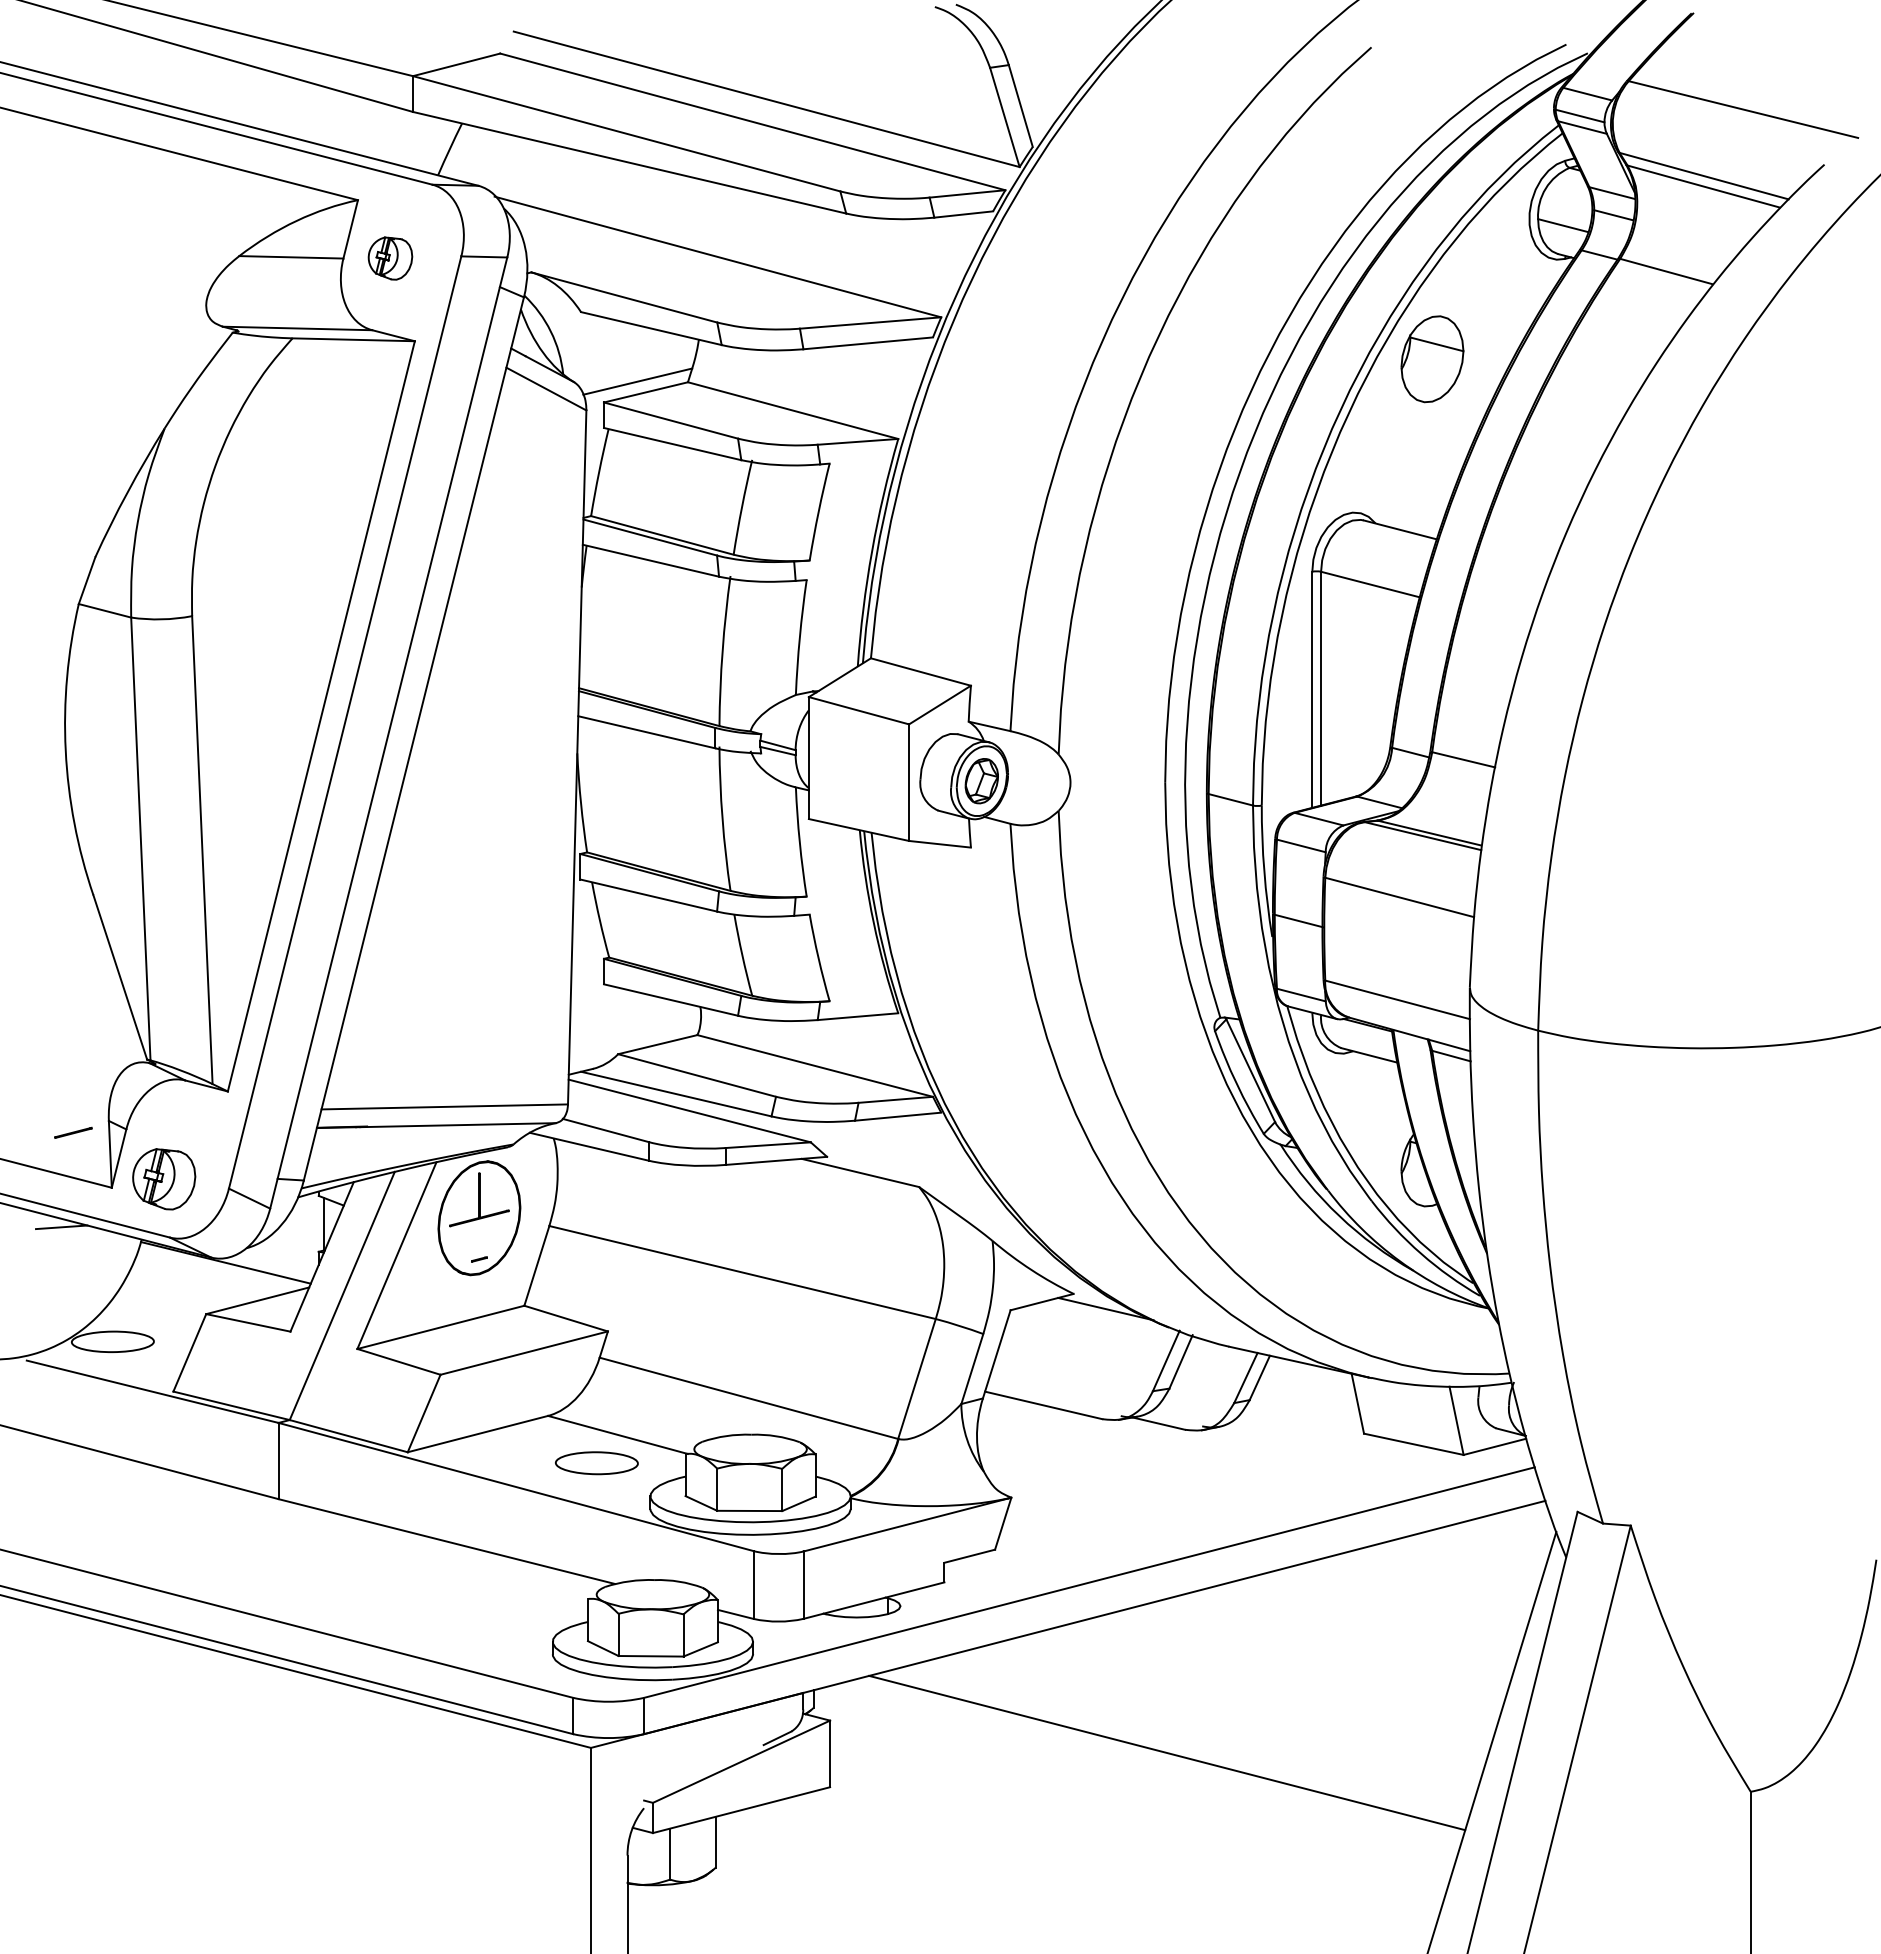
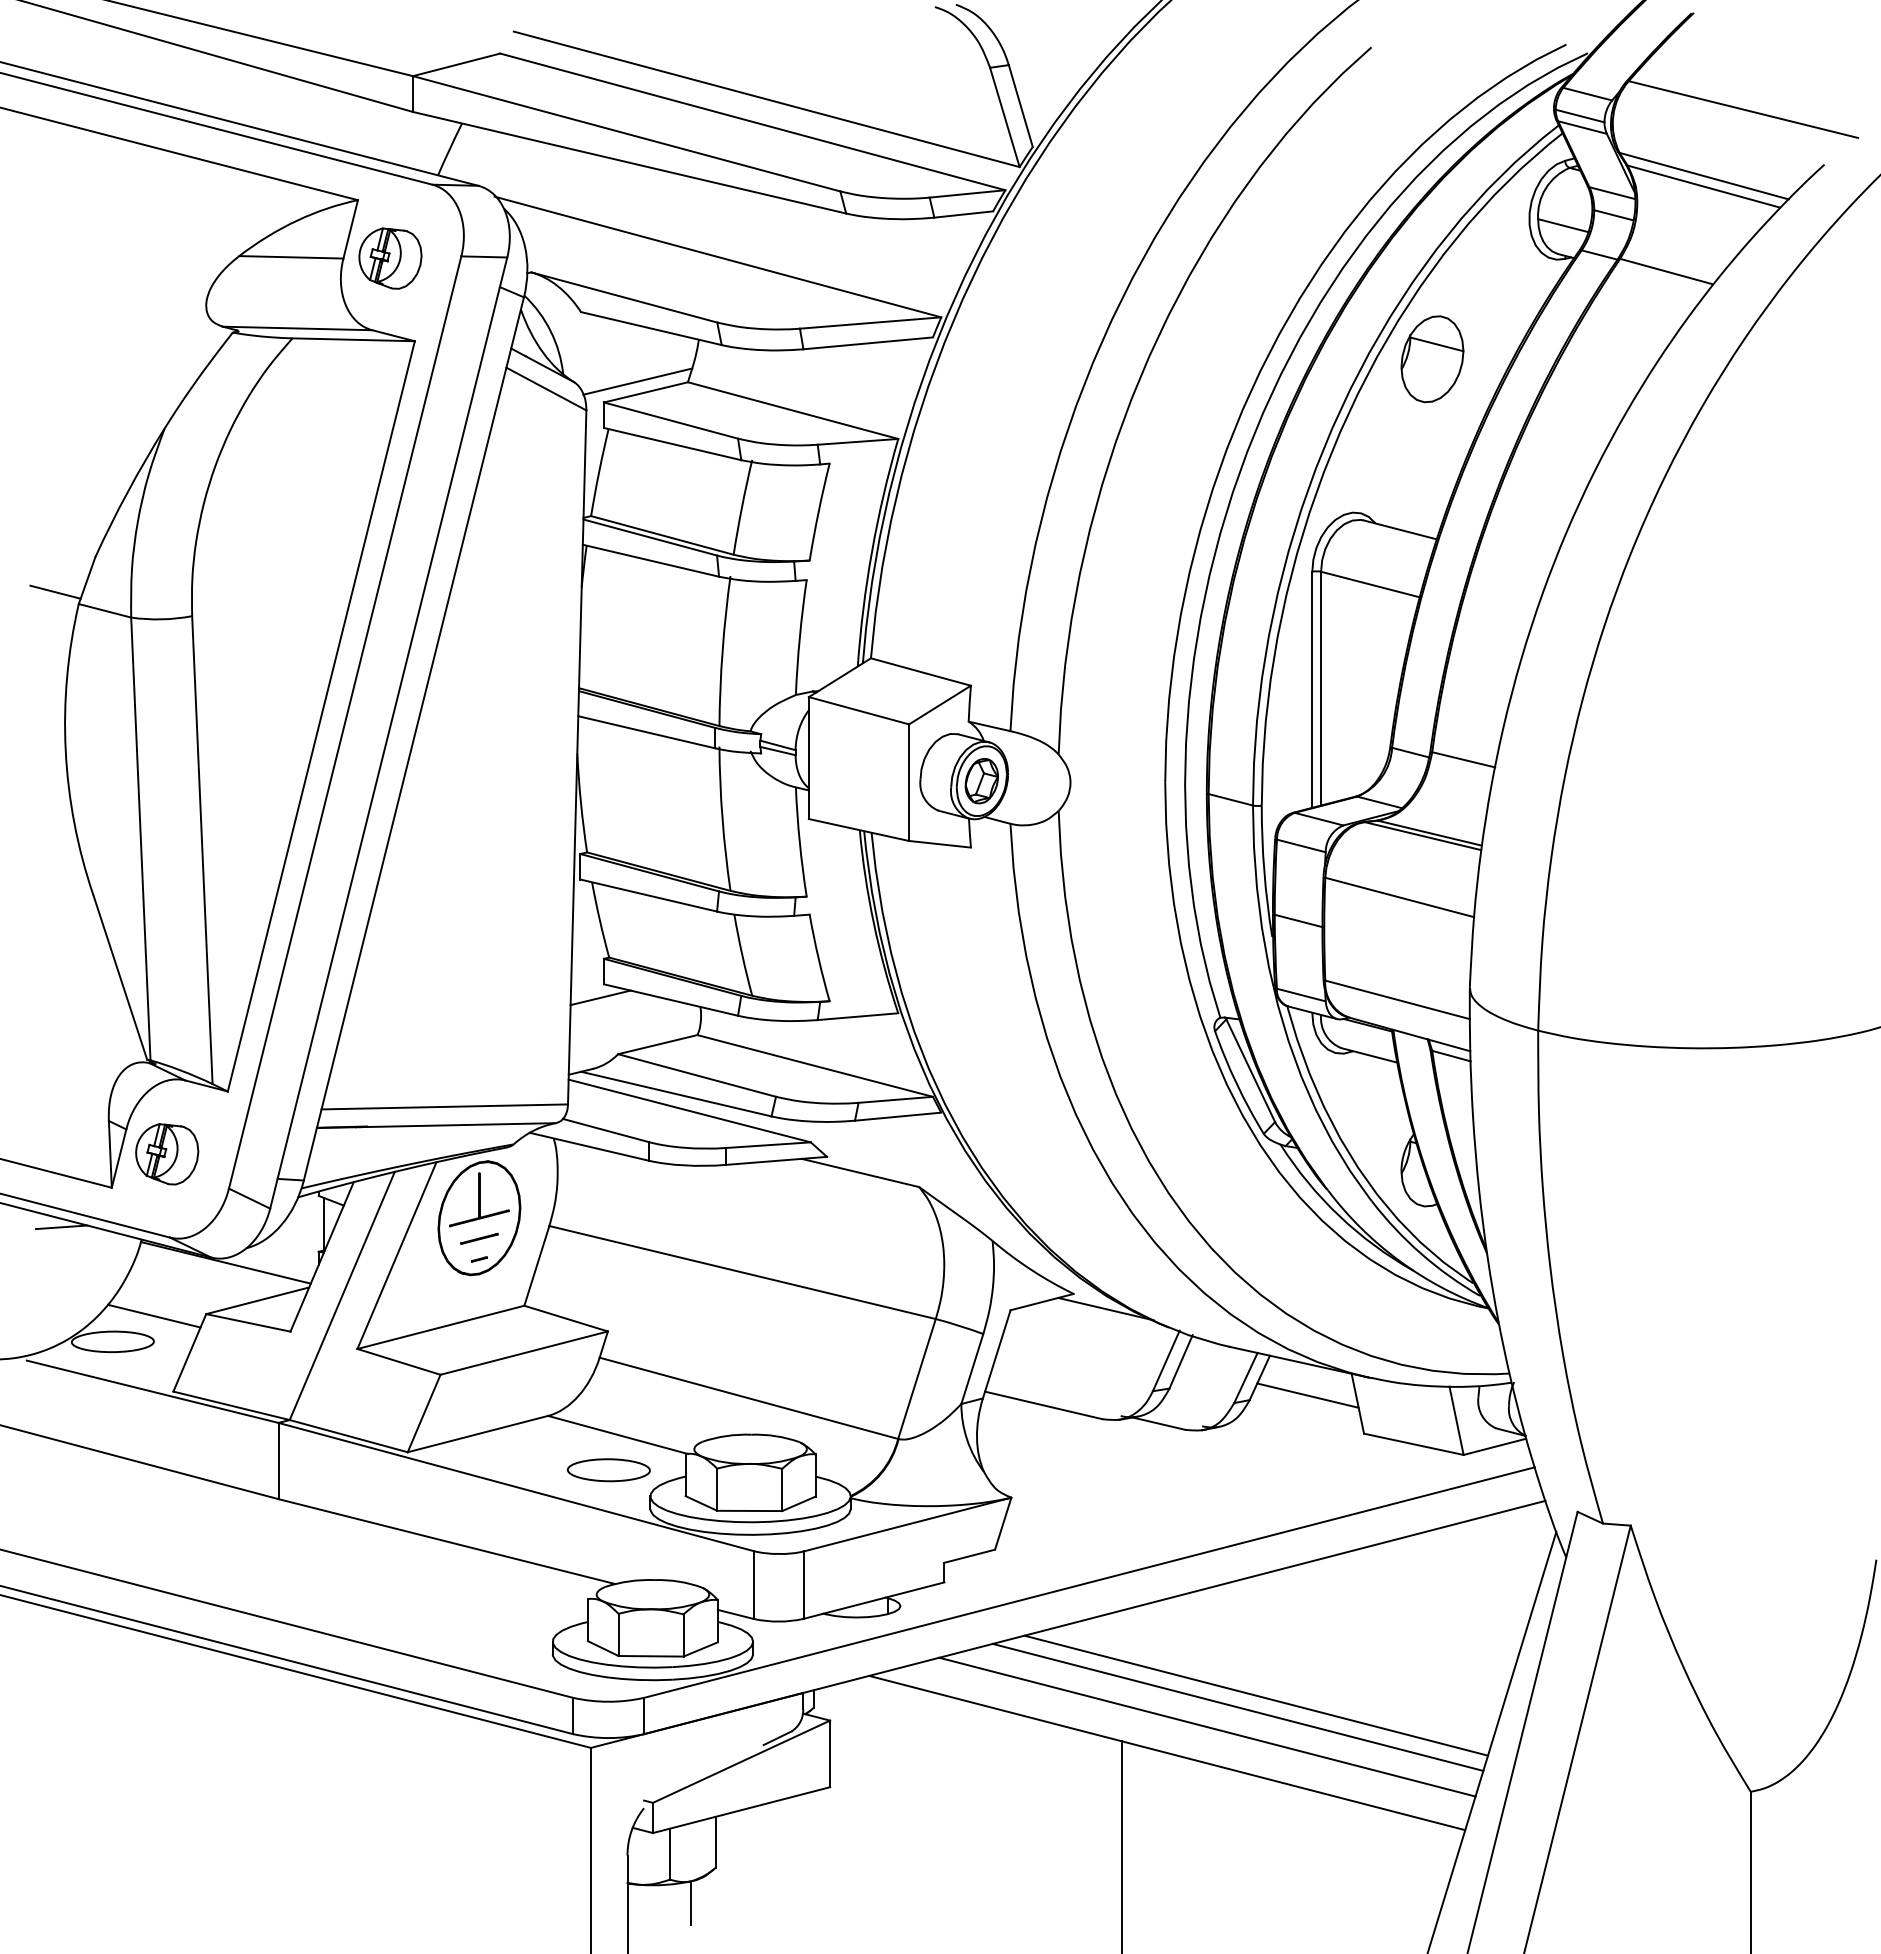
part at (390, 258) size: 47x45 px -> 65x63 px
line at (55, 591): none -> present
line at (600, 997): none -> present
line at (73, 1132) position: (73, 1132) -> (479, 1238)
part at (164, 1179) position: (164, 1179) -> (167, 1154)
line at (153, 1315): none -> present
line at (1307, 1395): none -> present
part at (596, 1463) position: (596, 1463) -> (608, 1470)
line at (1256, 1695): none -> present
line at (1237, 1706): none -> present
line at (1207, 1726): none -> present
line at (1122, 1845): none -> present
line at (690, 1902): none -> present
